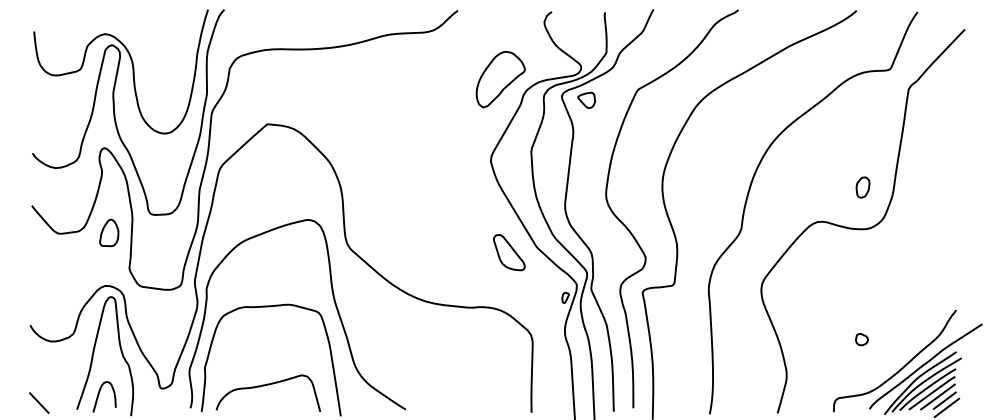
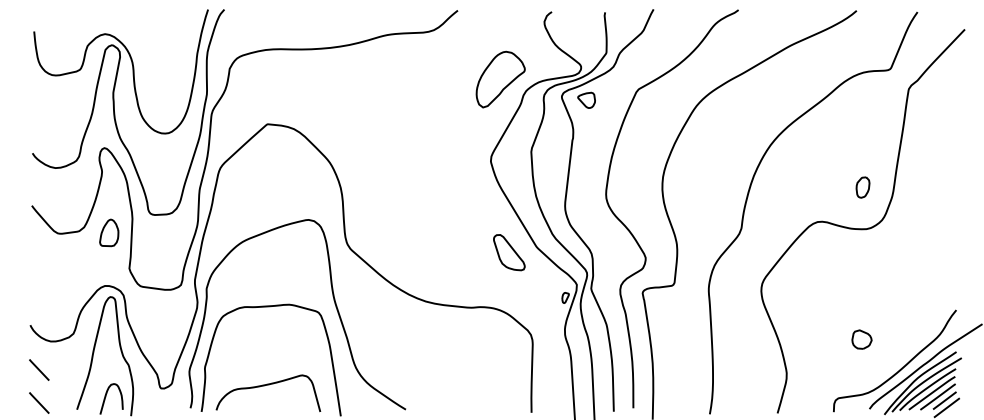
part at (861, 339) size: 14x15 px -> 22x21 px
line at (39, 369): none -> present
curve at (99, 395) position: (99, 395) -> (106, 397)
